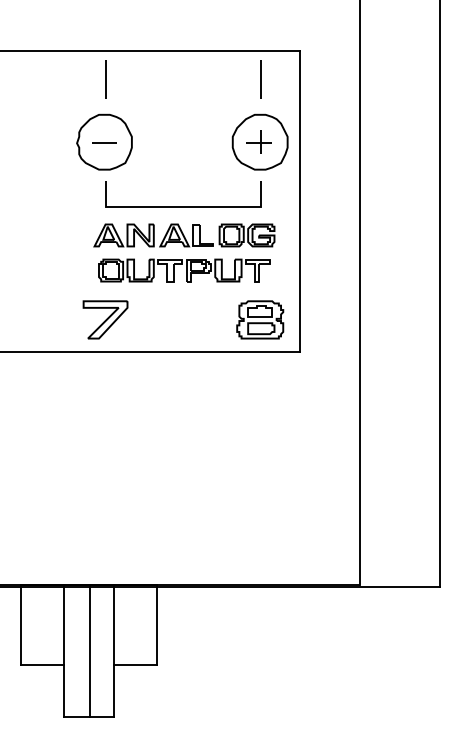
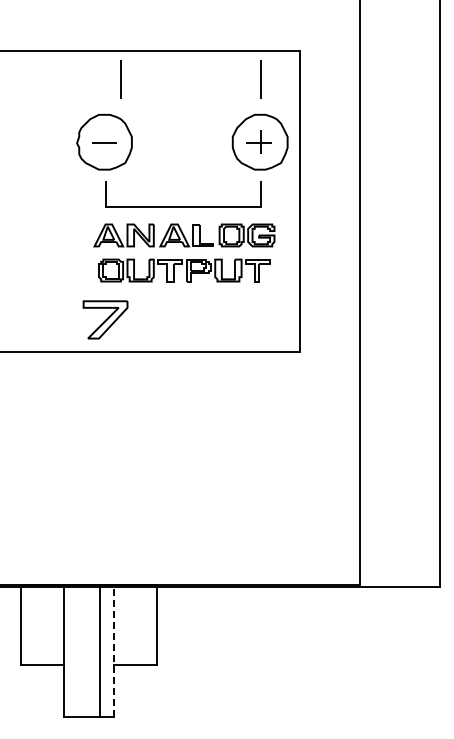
line at (105, 79) position: (105, 79) -> (120, 79)
part at (260, 319): present -> none
line at (114, 650): solid -> dashed
line at (89, 651) position: (89, 651) -> (99, 651)
